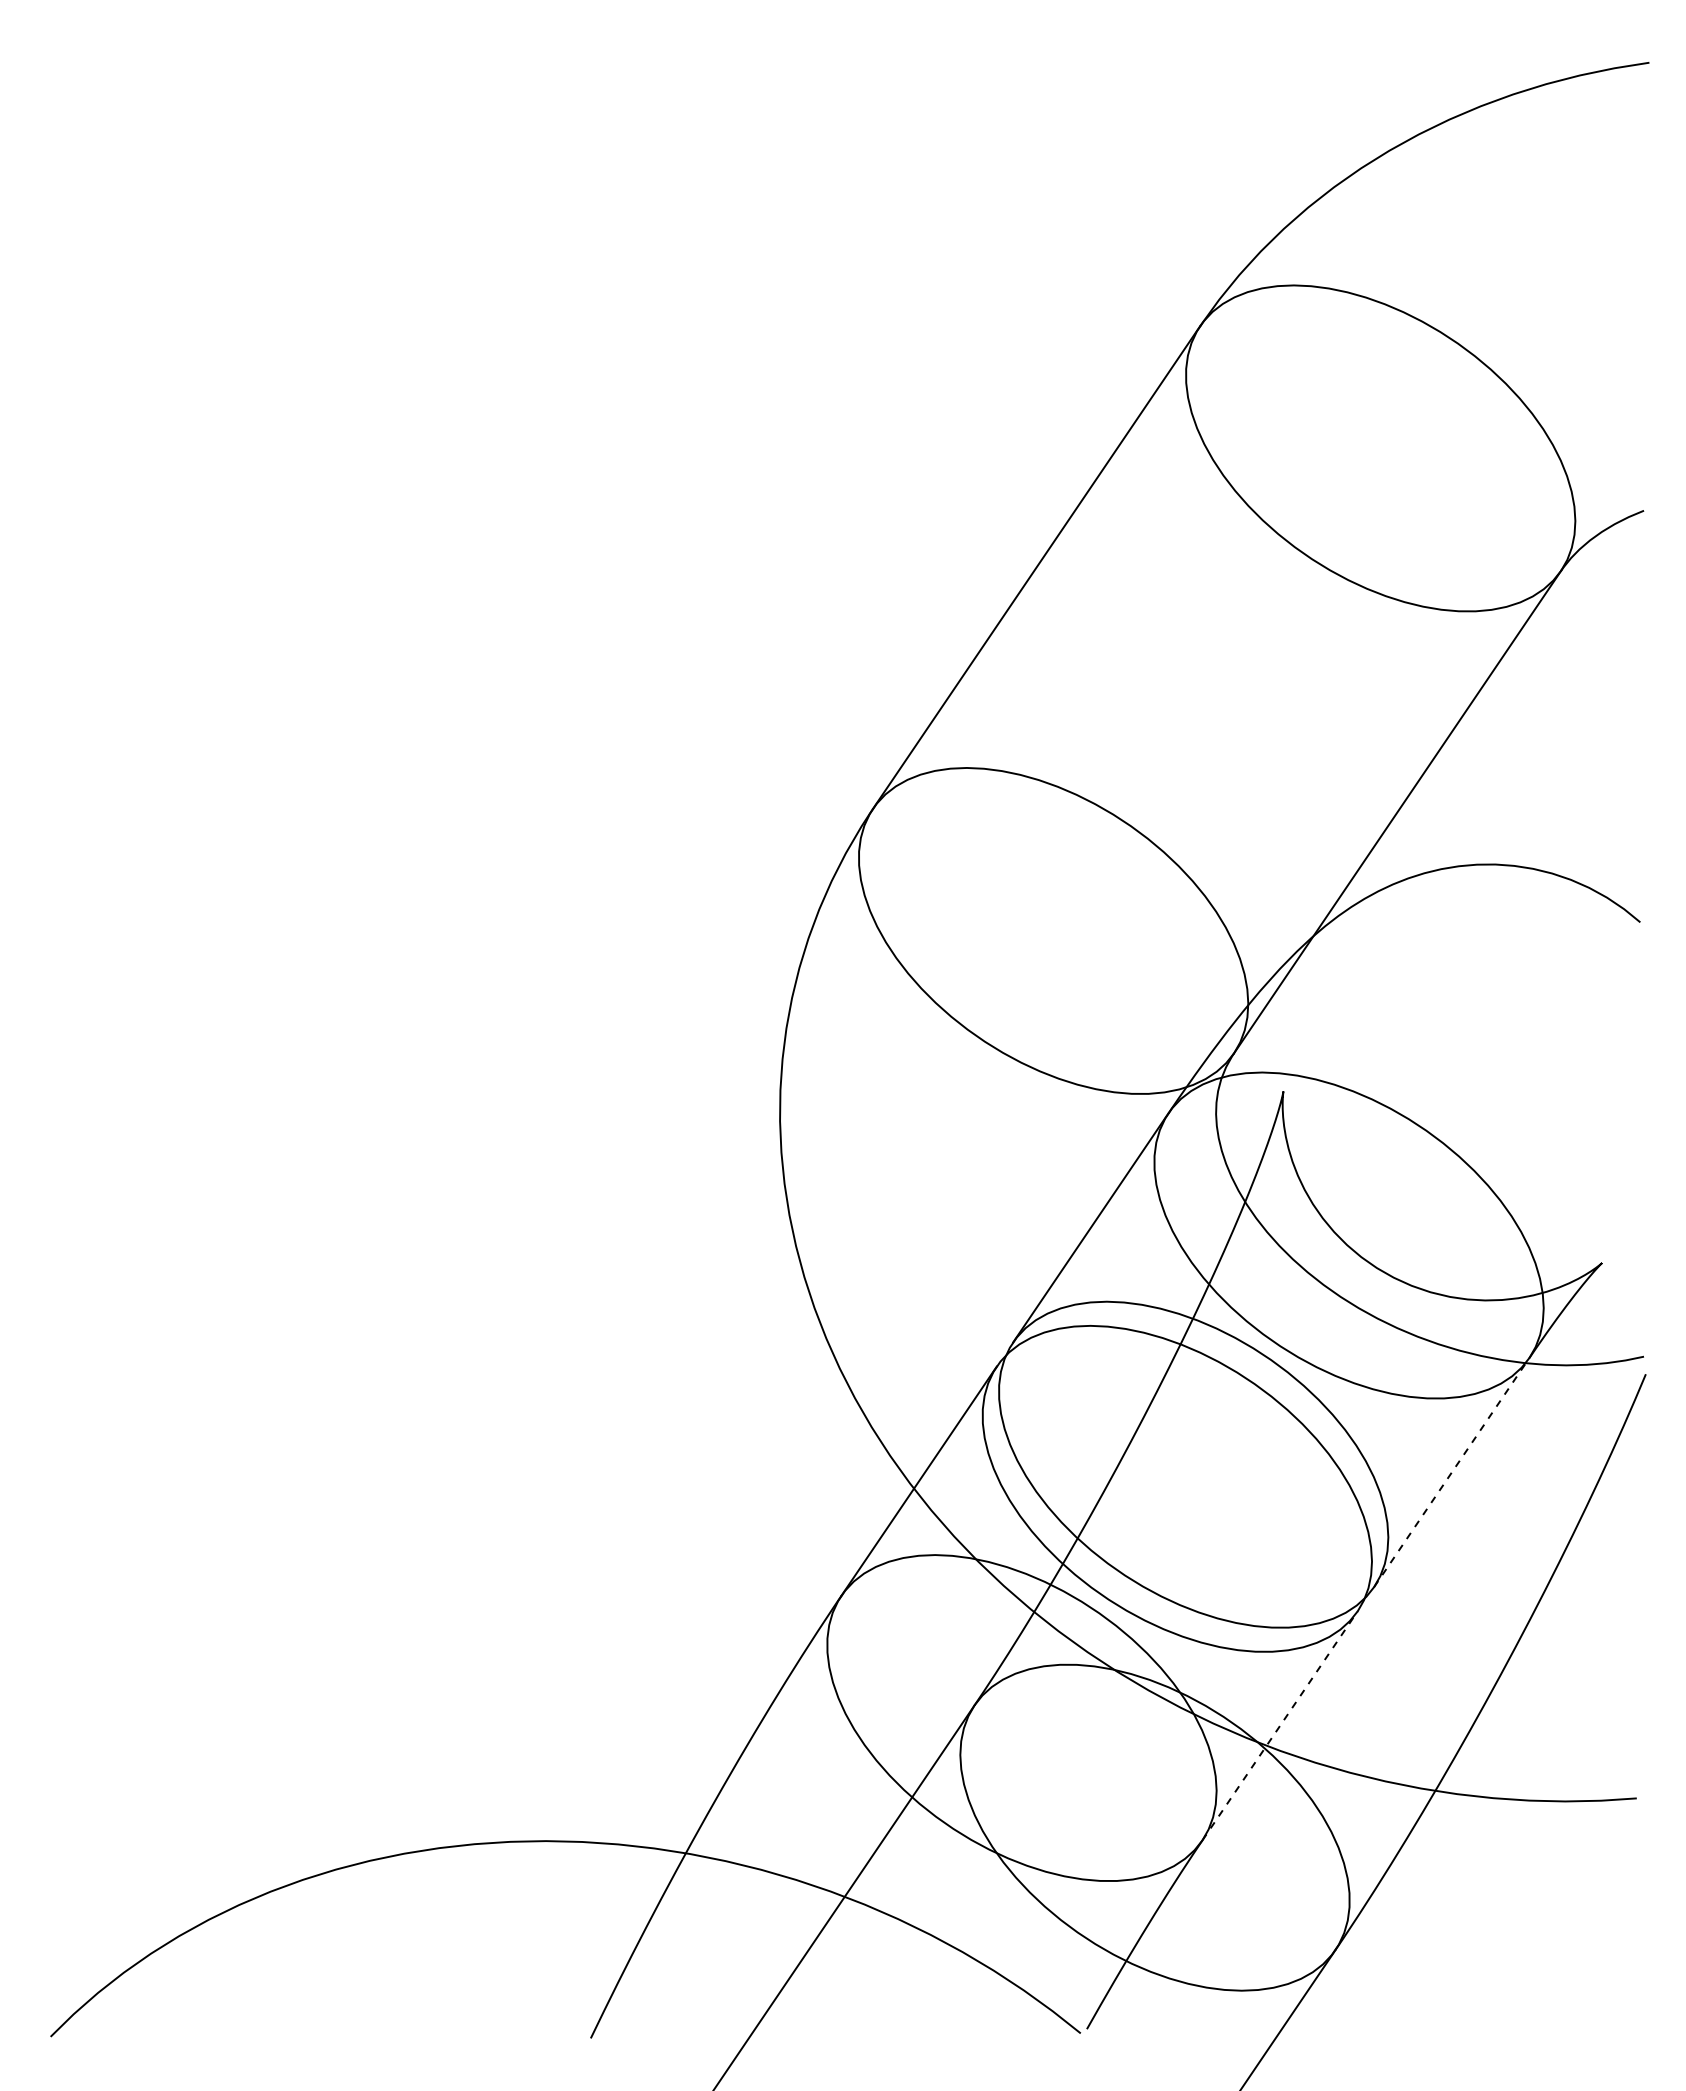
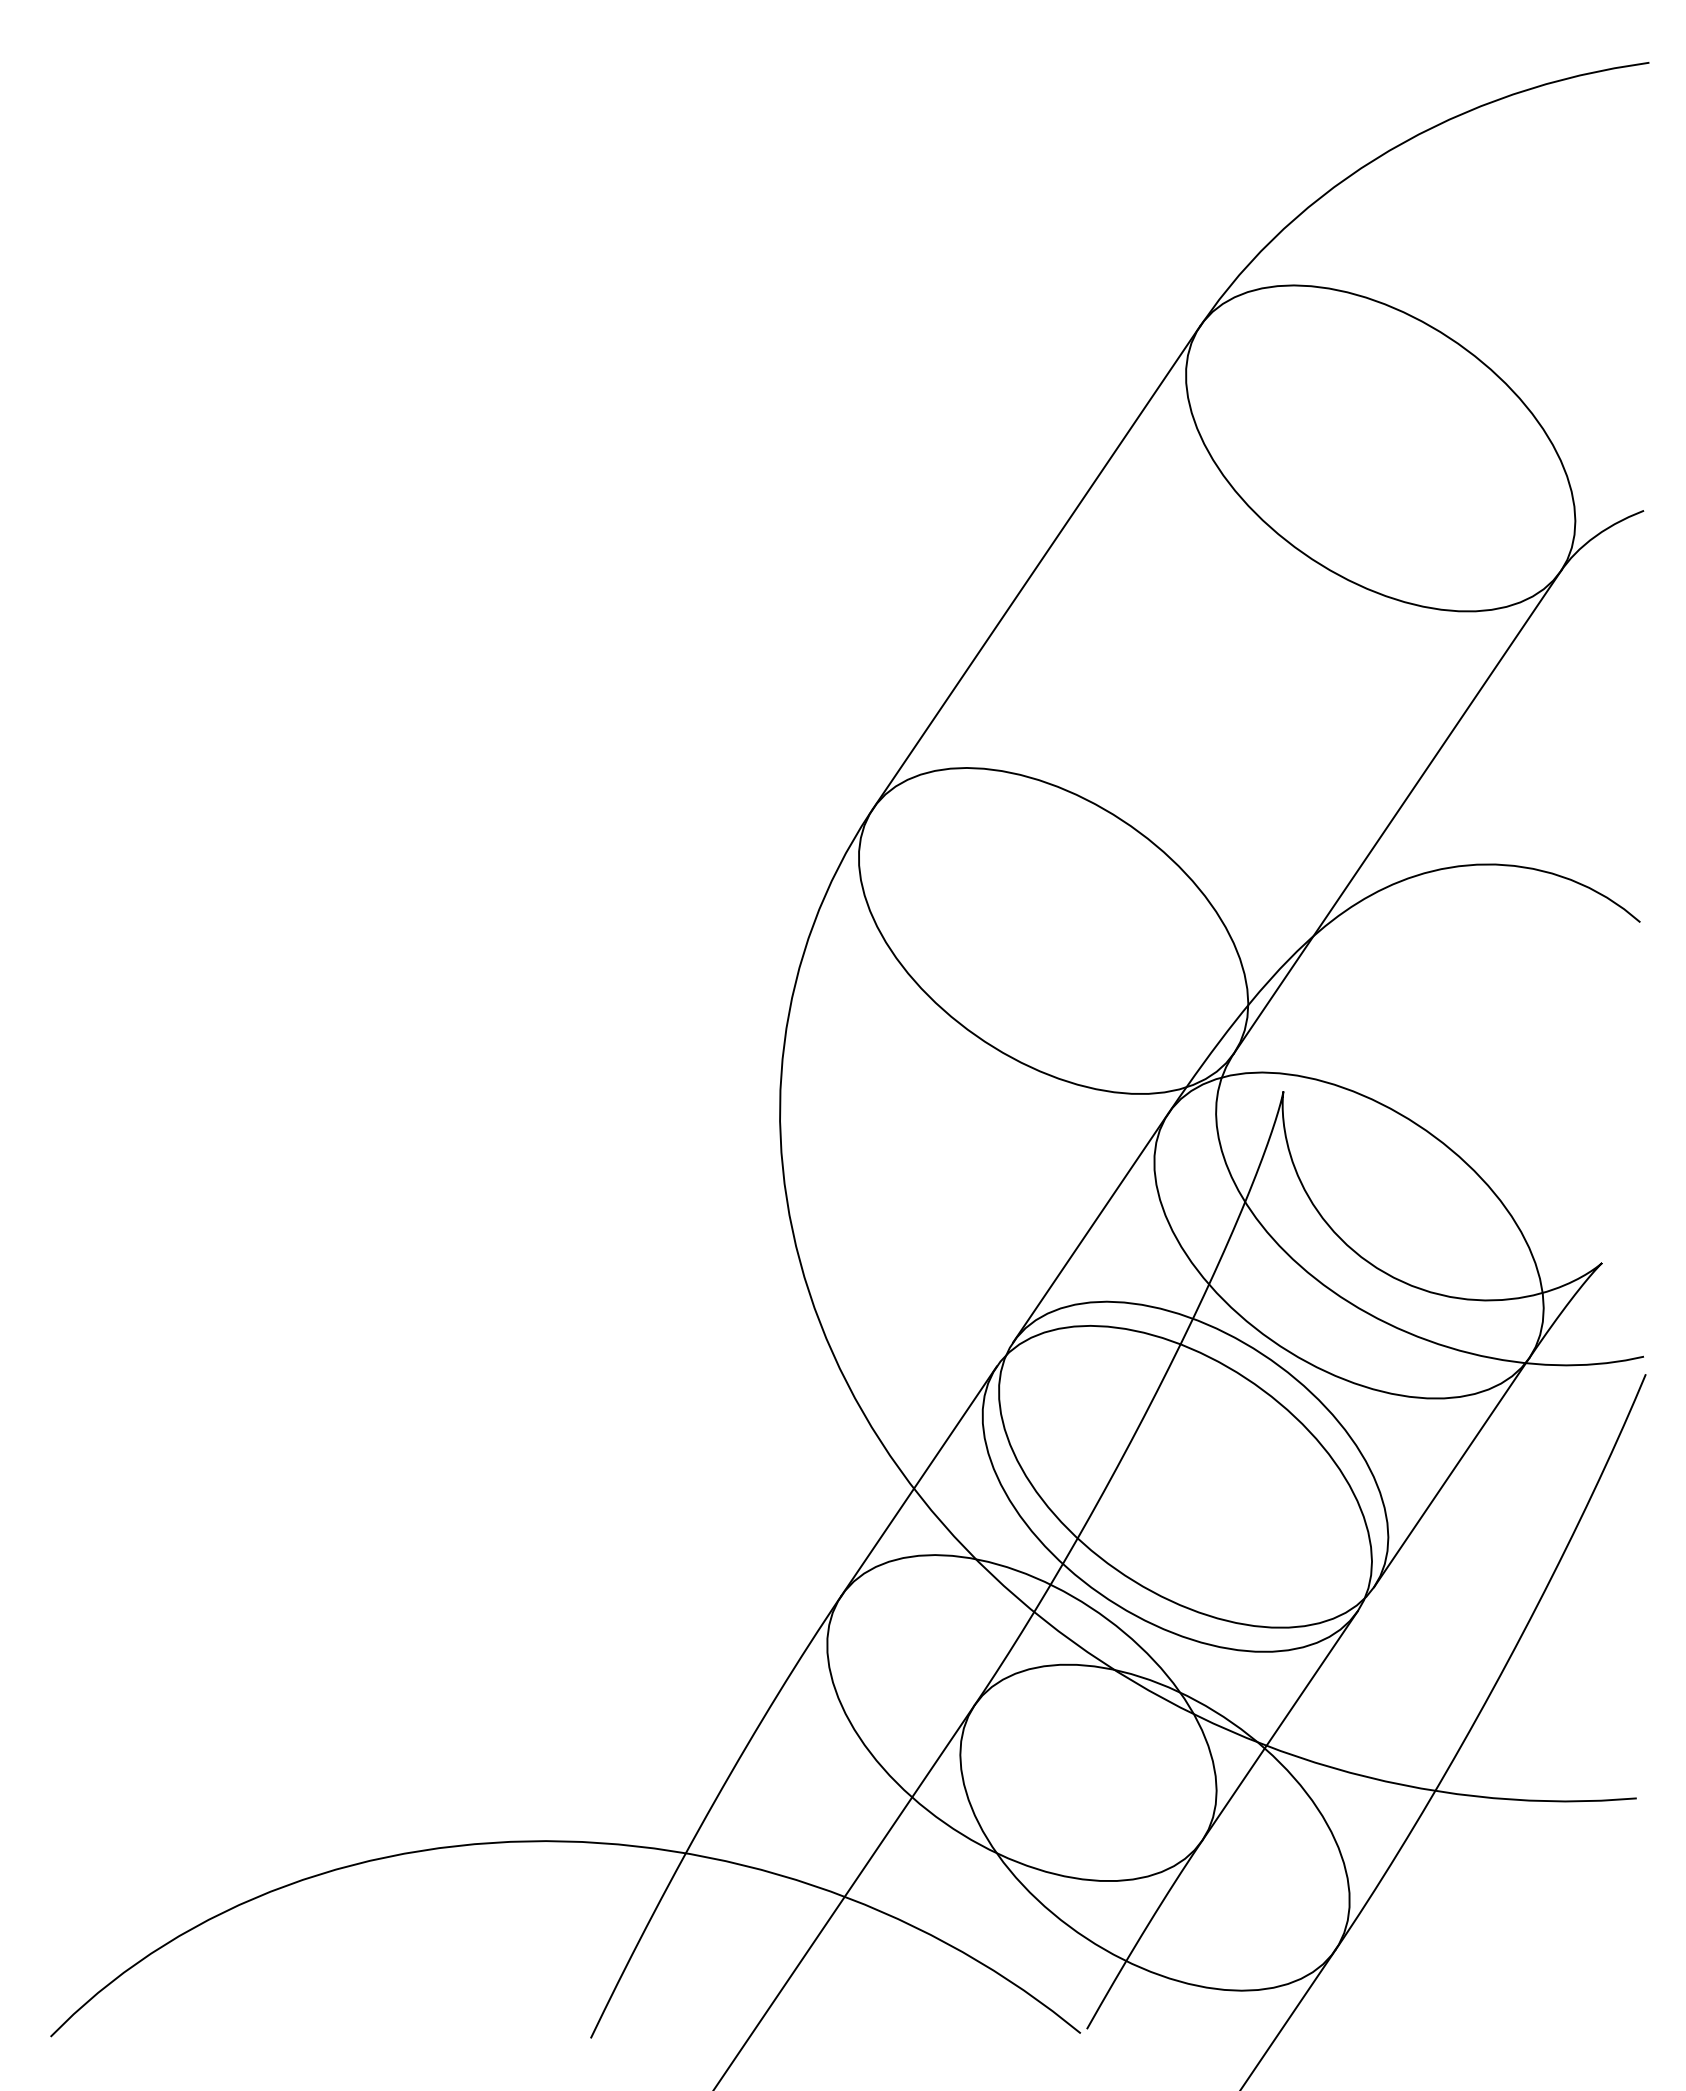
line at (1452, 1472): dashed -> solid
line at (1280, 1725): dashed -> solid
